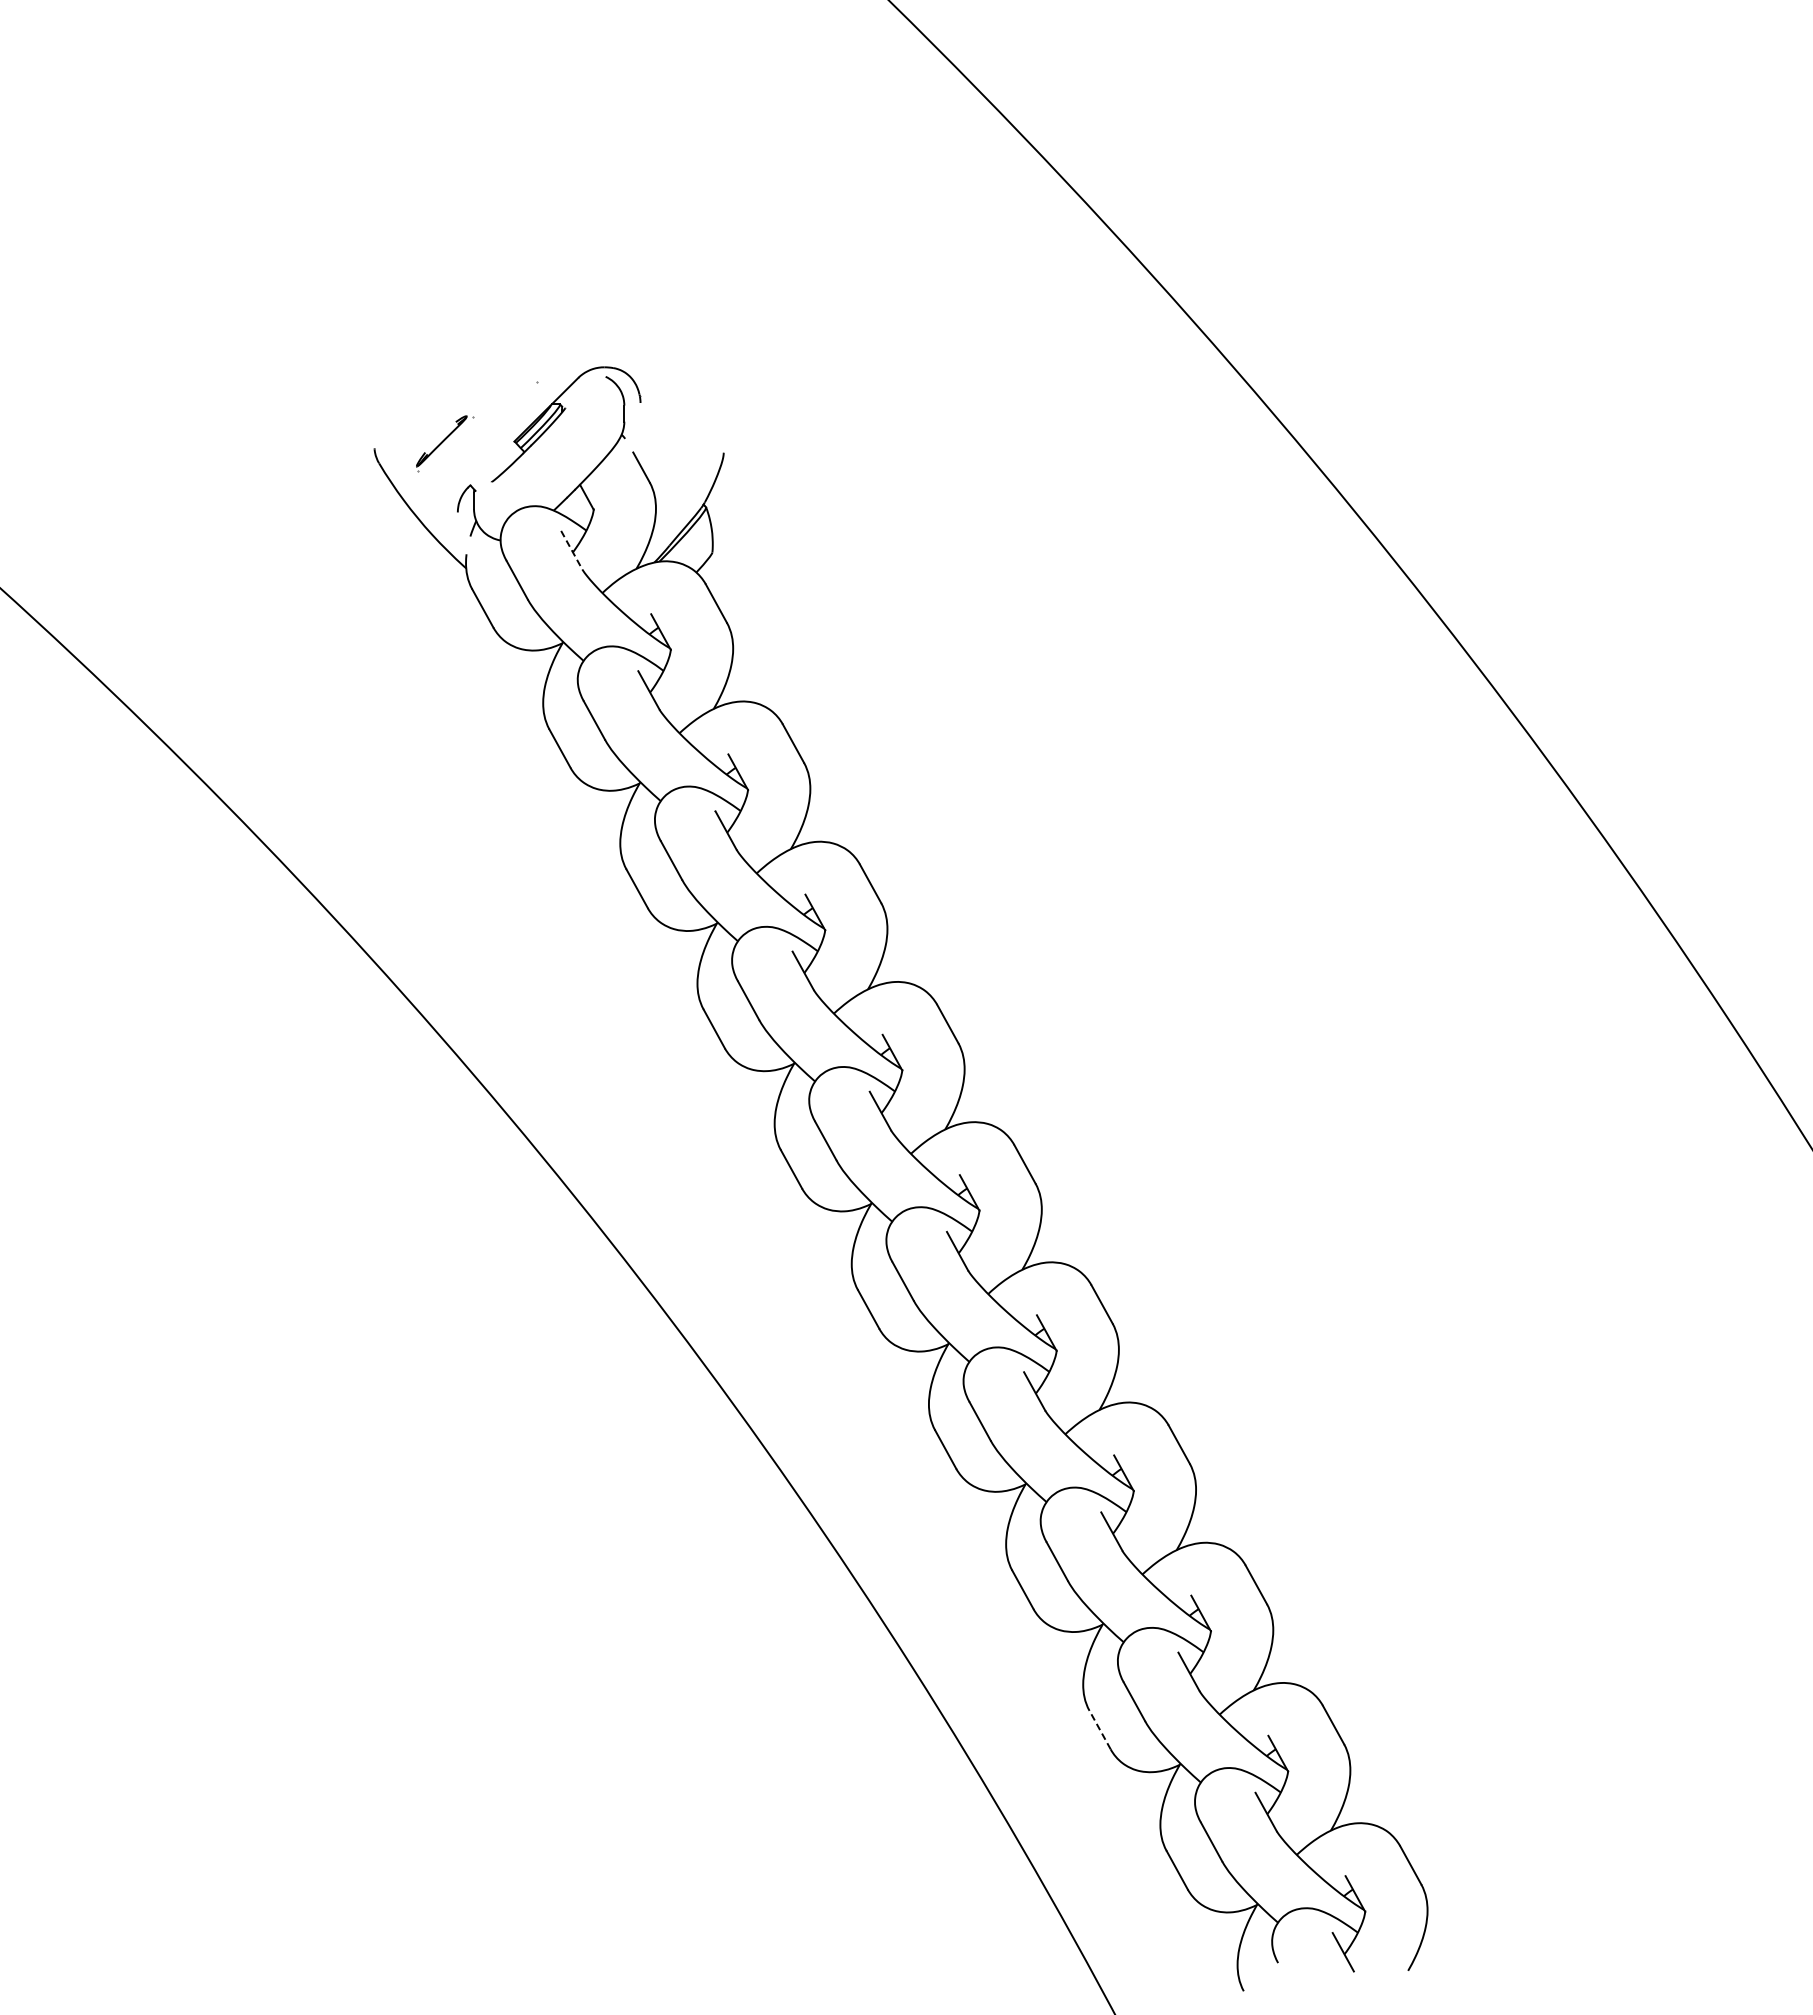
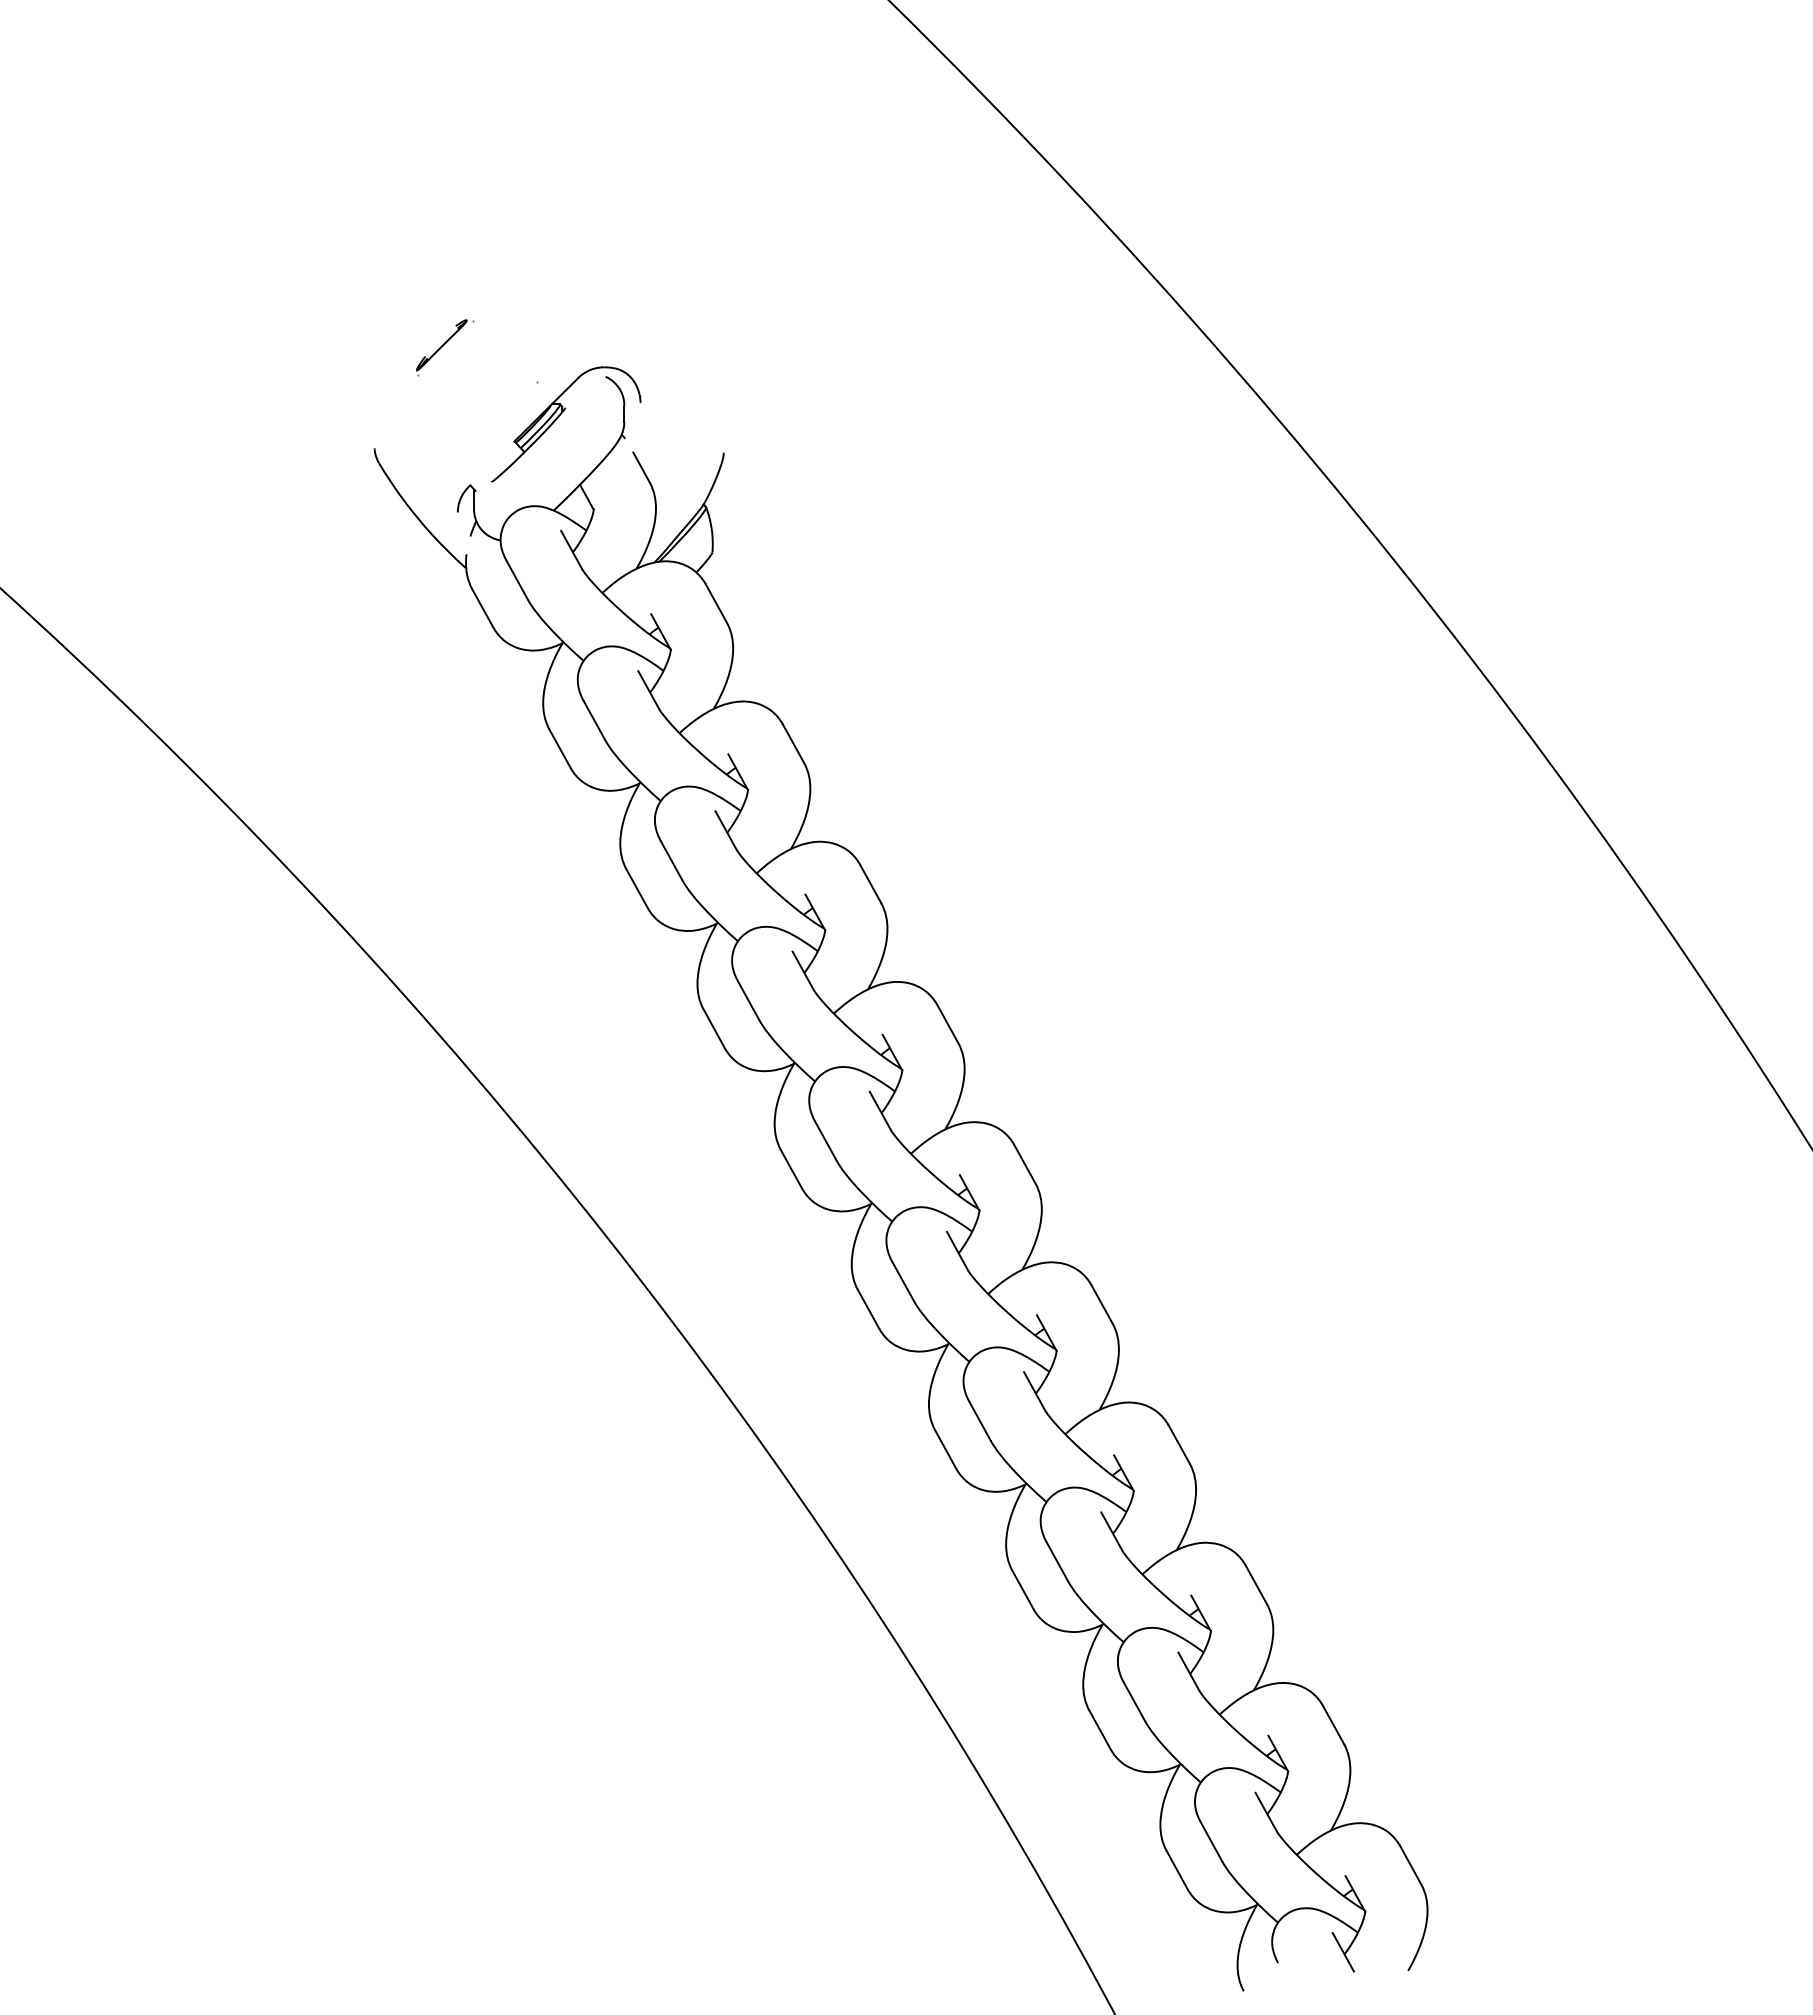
part at (445, 443) position: (445, 443) -> (445, 347)
line at (571, 550): dashed -> solid
line at (1100, 1730): dashed -> solid
